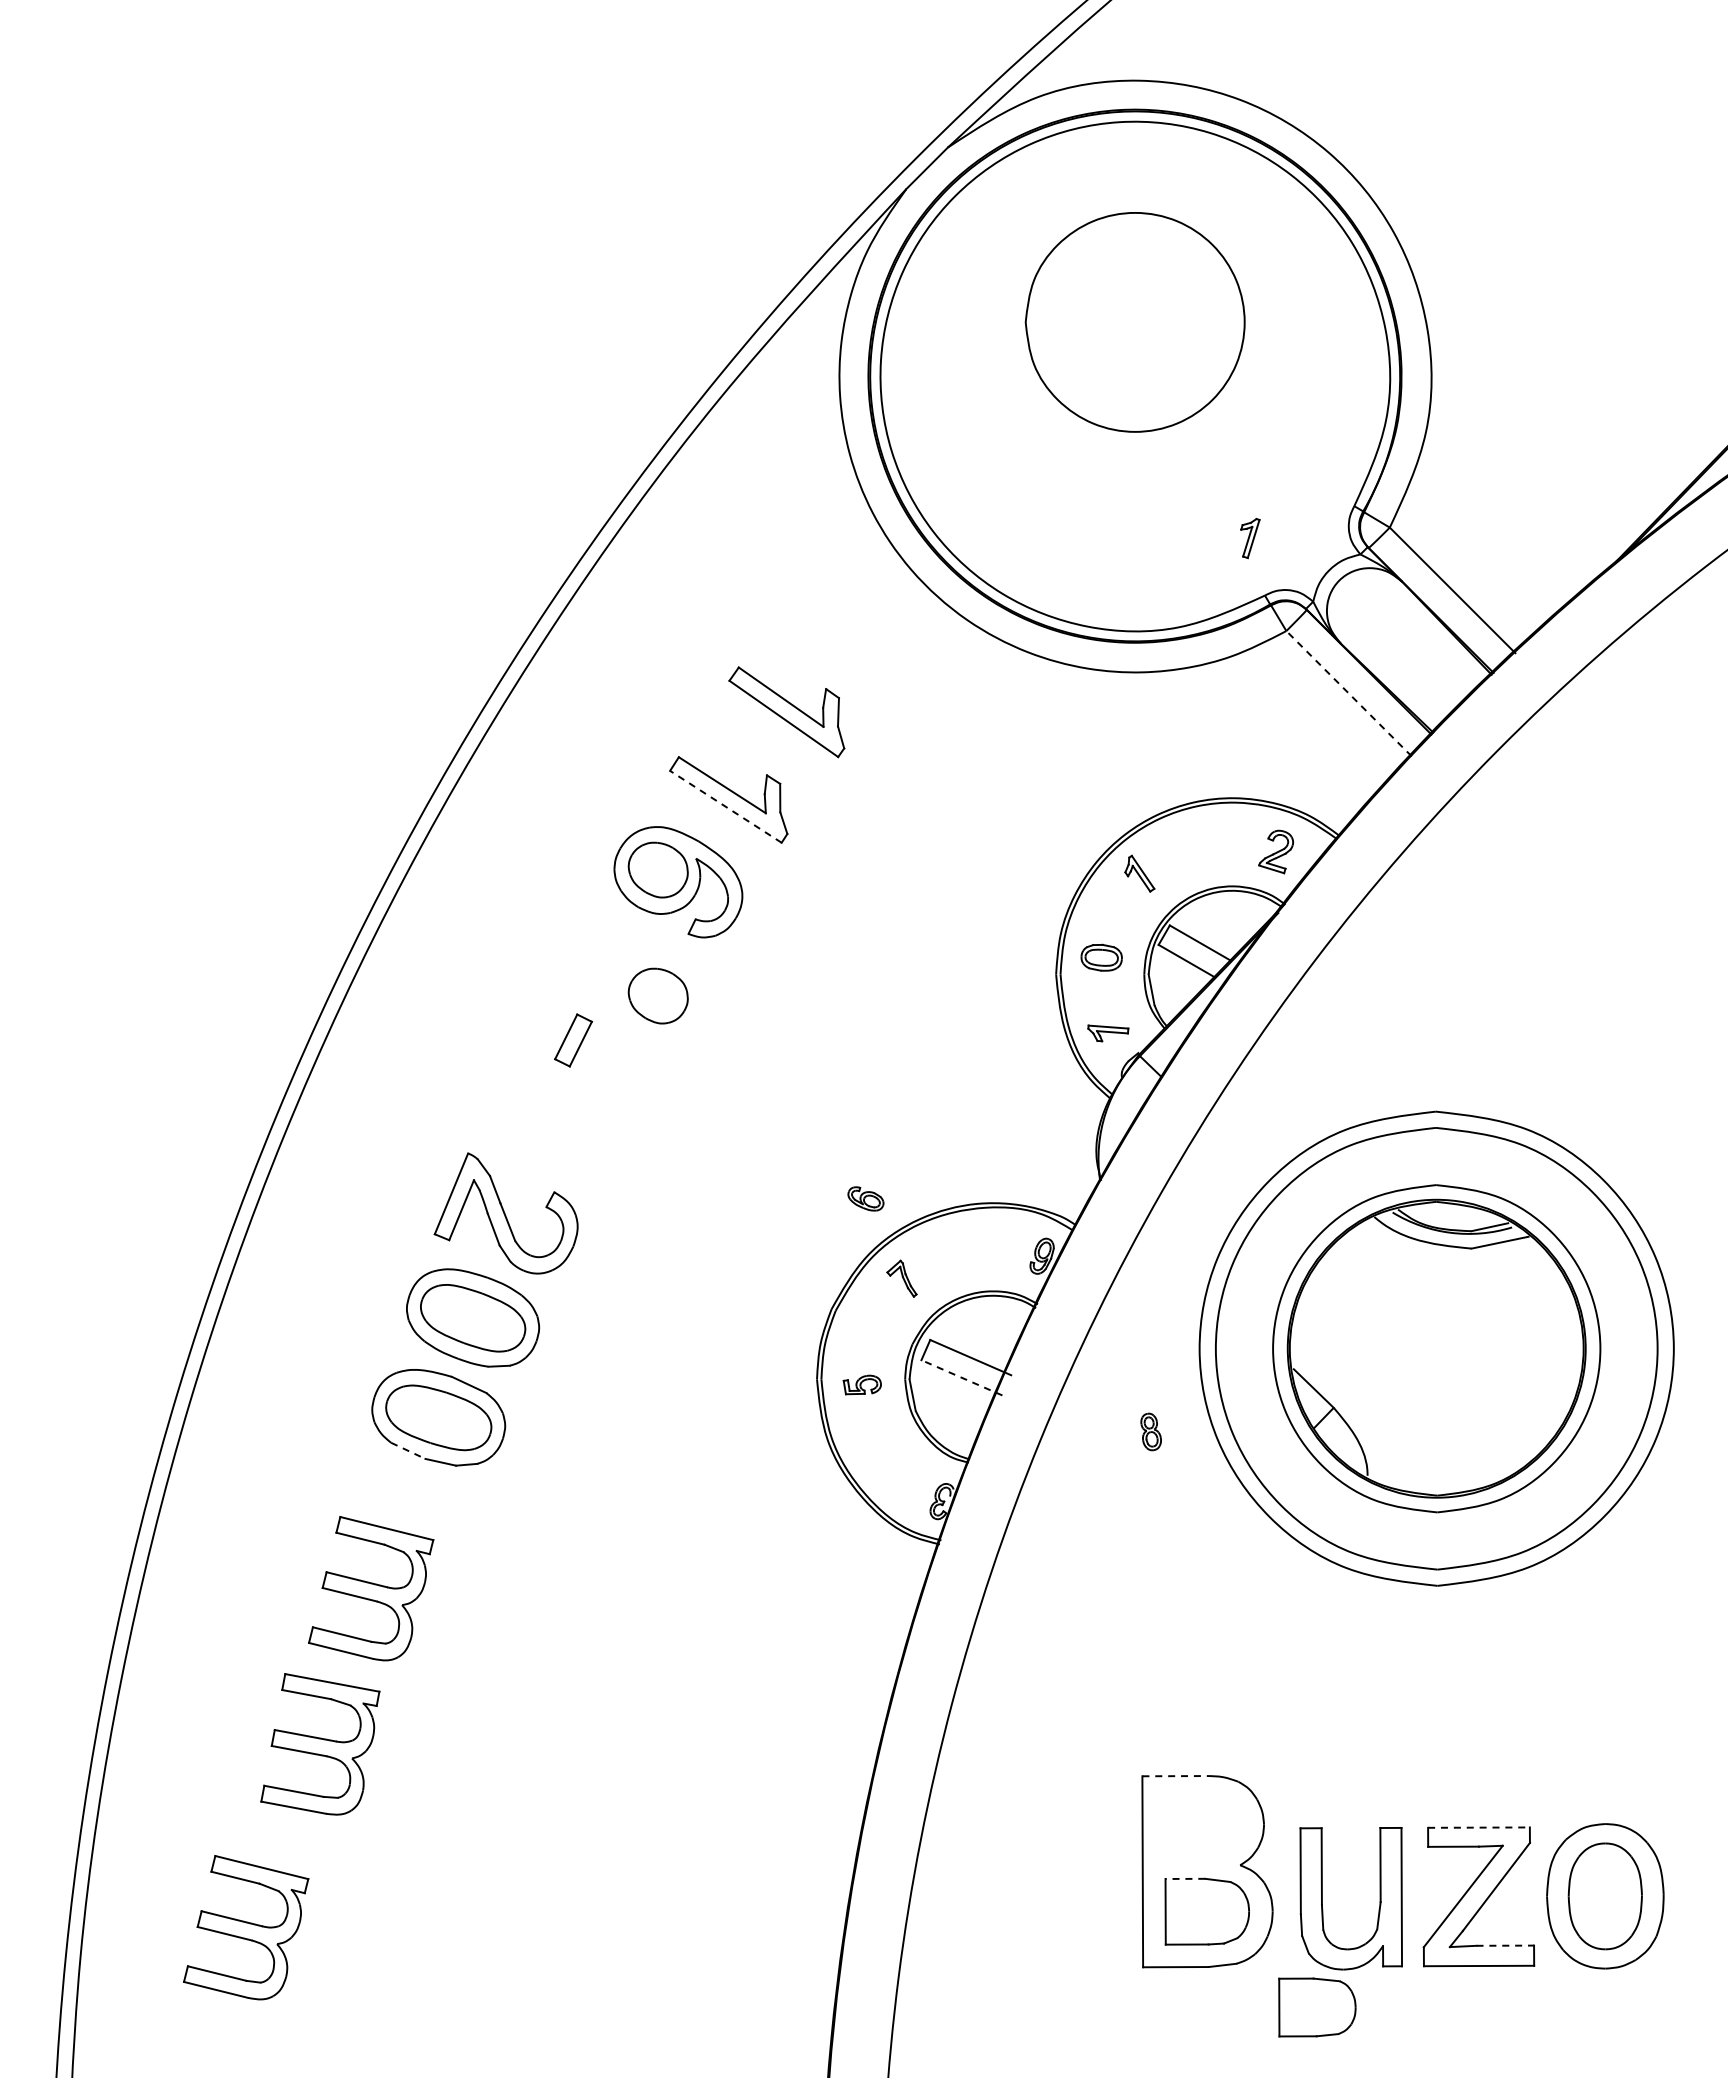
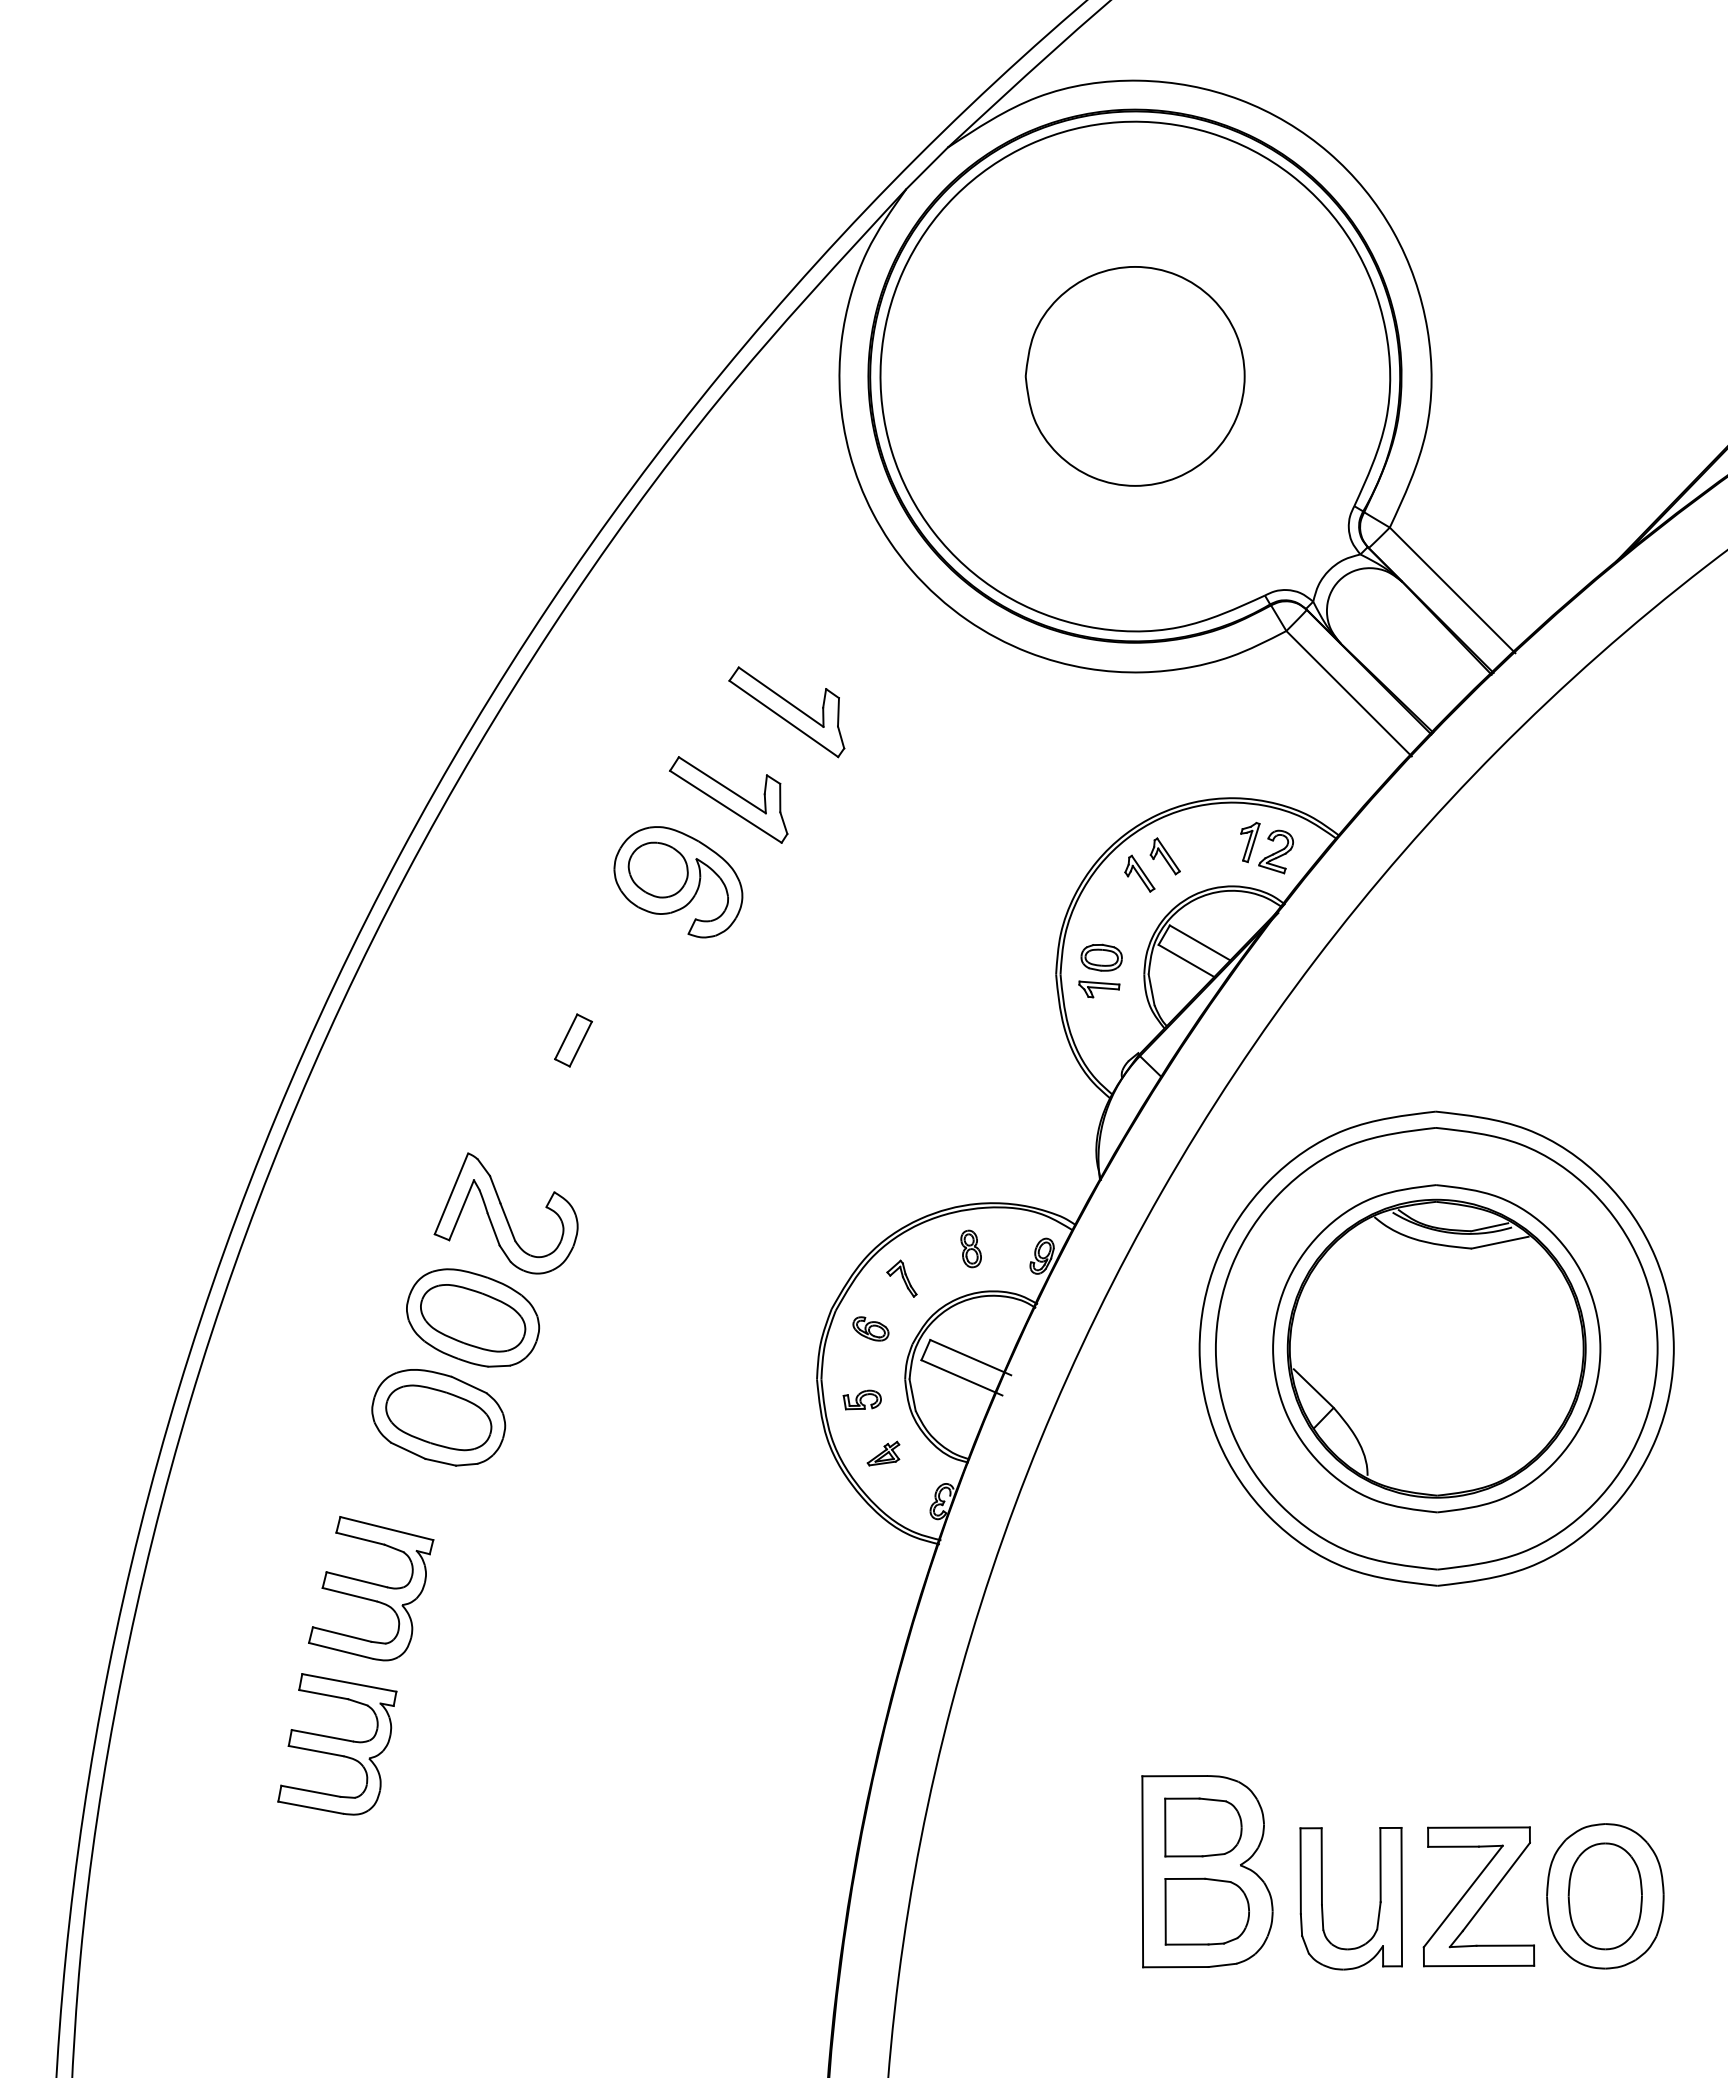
part at (1134, 322) position: (1134, 322) -> (1134, 376)
part at (1250, 538) position: (1250, 538) -> (1250, 842)
line at (1349, 693): dashed -> solid
line at (725, 806): dashed -> solid
part at (1164, 856): none -> present
part at (657, 995): present -> none
part at (1108, 1033) position: (1108, 1033) -> (1099, 989)
part at (865, 1198) position: (865, 1198) -> (870, 1328)
line at (961, 1377): dashed -> solid
part at (861, 1384) position: (861, 1384) -> (861, 1399)
part at (1150, 1431) position: (1150, 1431) -> (970, 1248)
line at (408, 1450): dashed -> solid
part at (883, 1453): none -> present
part at (320, 1744) position: (320, 1744) -> (337, 1744)
line at (1175, 1776): dashed -> solid
line at (1478, 1827): dashed -> solid
line at (1185, 1878): dashed -> solid
part at (246, 1927): present -> none
line at (1505, 1945): dashed -> solid
part at (1317, 2007) position: (1317, 2007) -> (1203, 1827)
